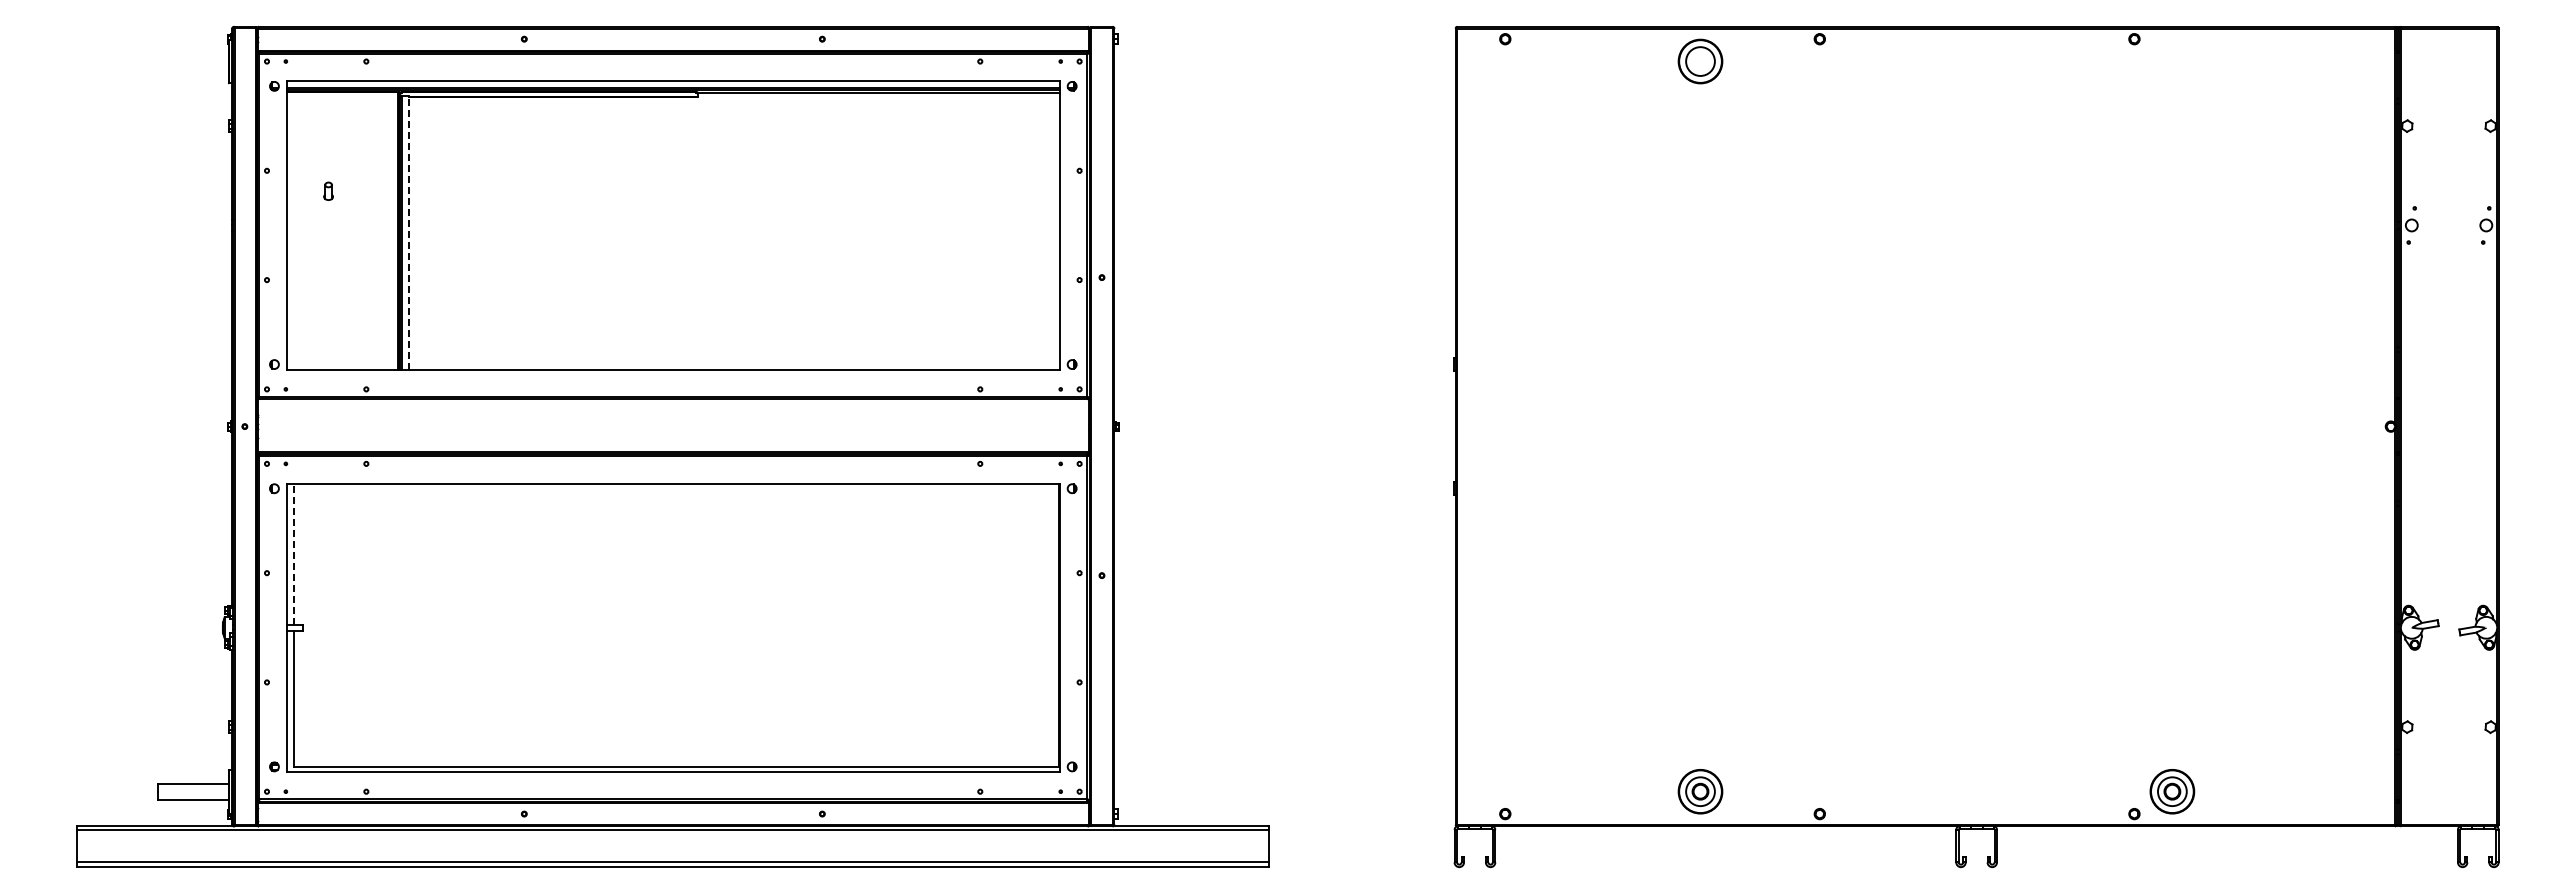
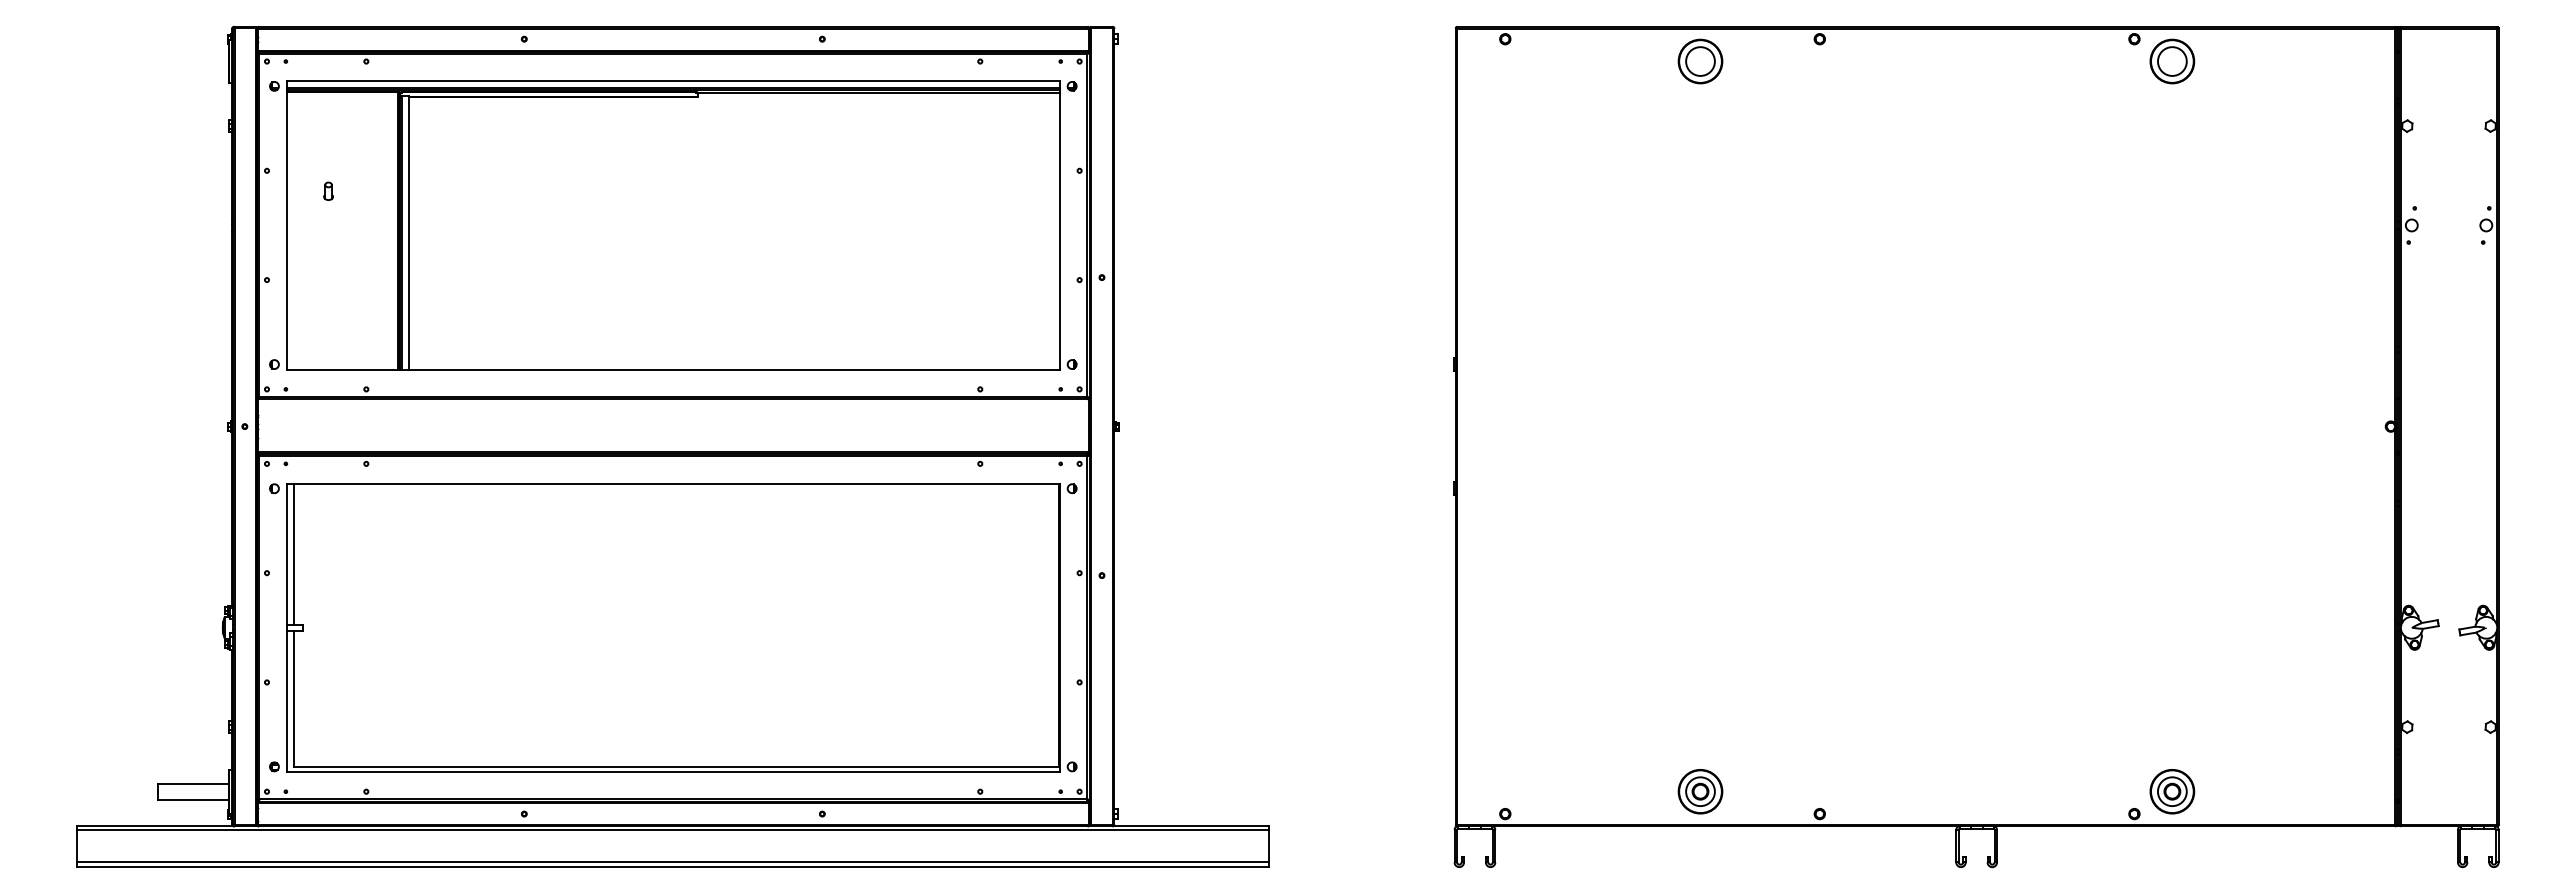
part at (2172, 61): none -> present
line at (409, 232): dashed -> solid
line at (293, 553): dashed -> solid
